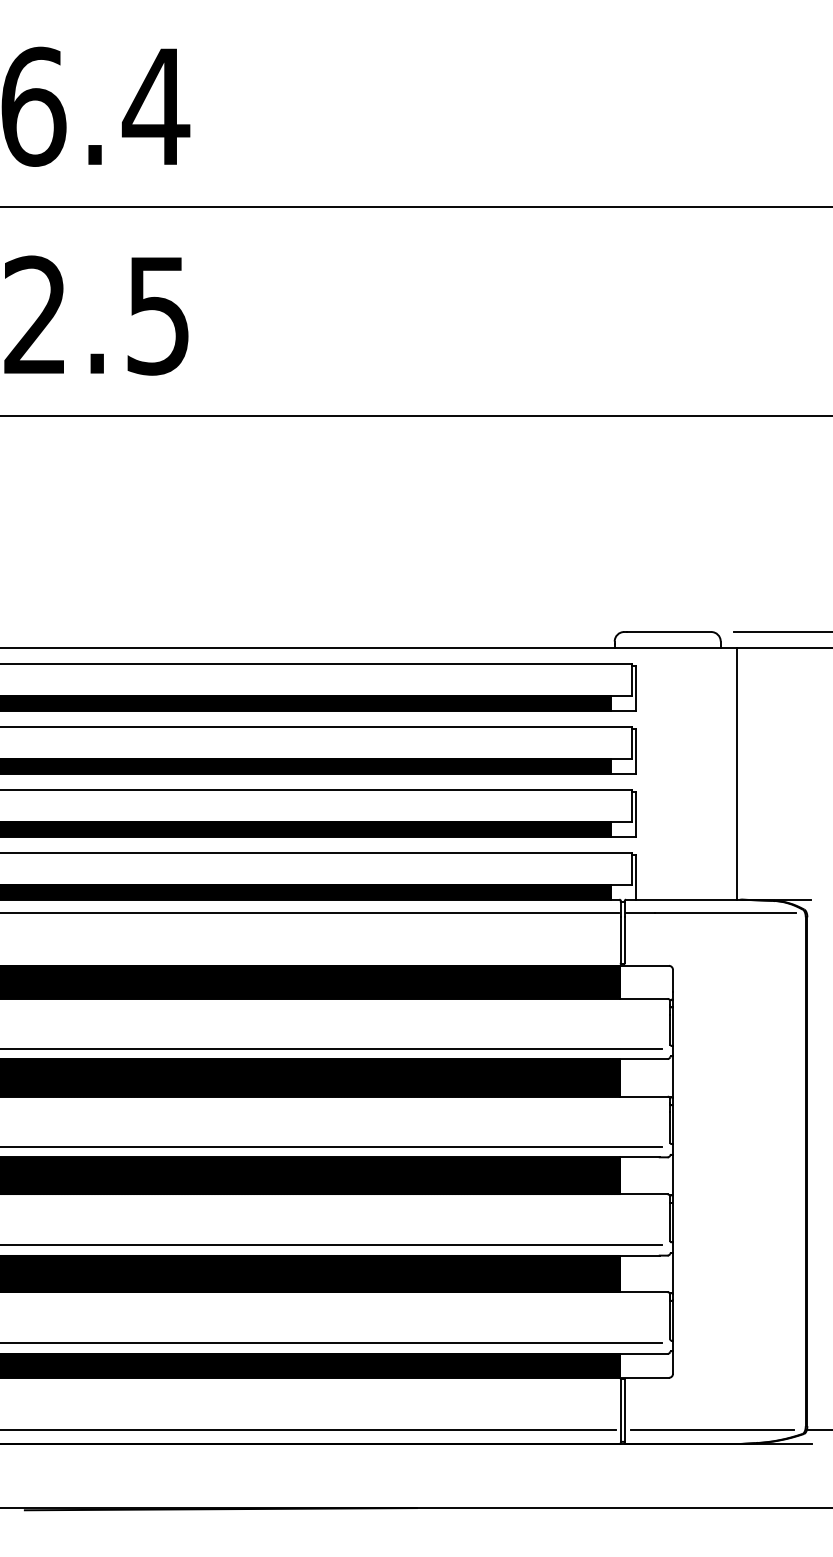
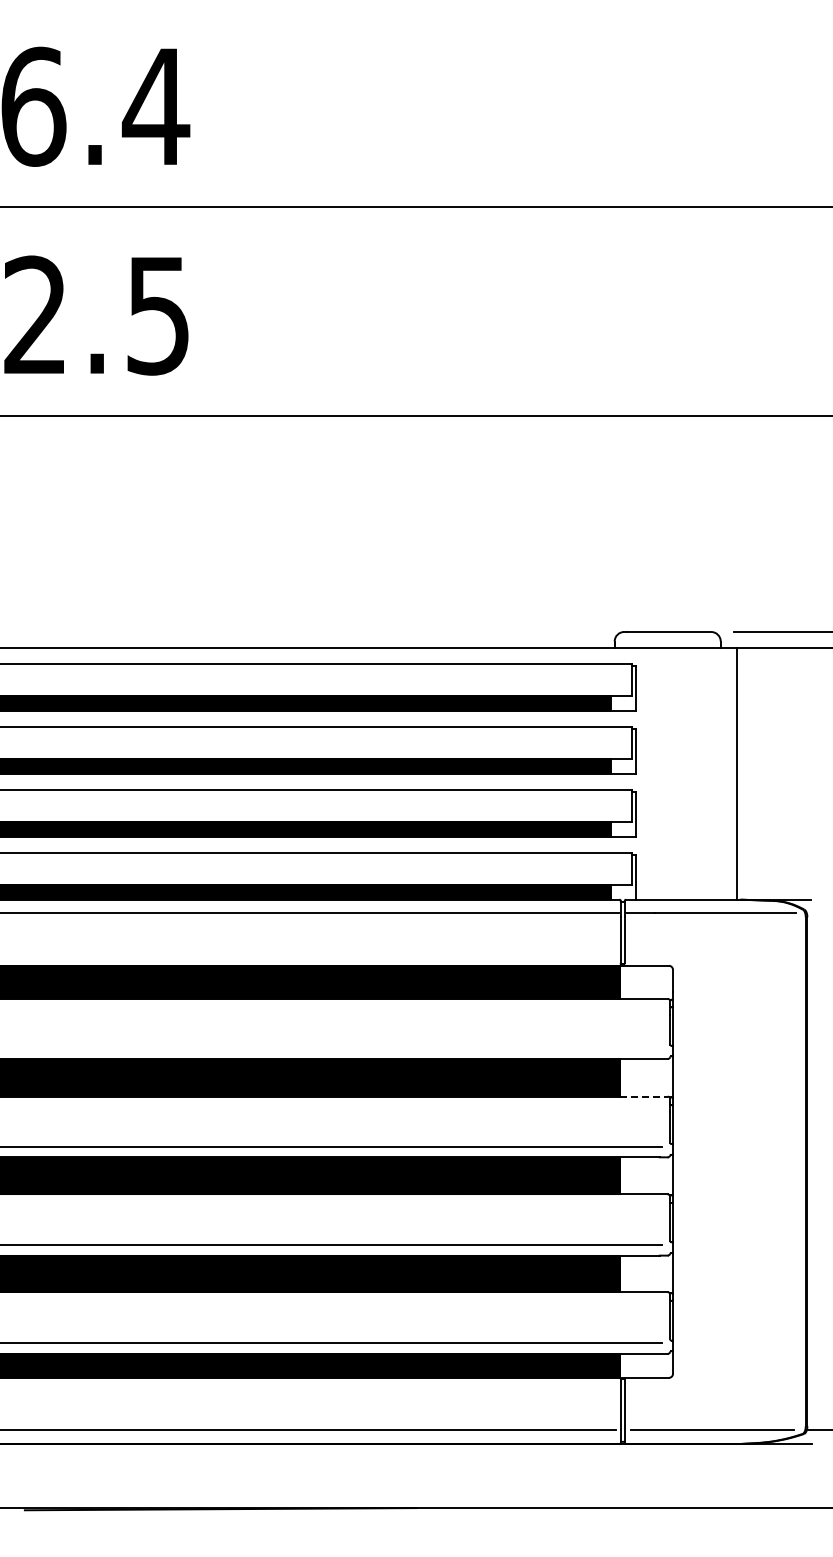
line at (332, 1048): present -> none
line at (643, 1096): solid -> dashed
